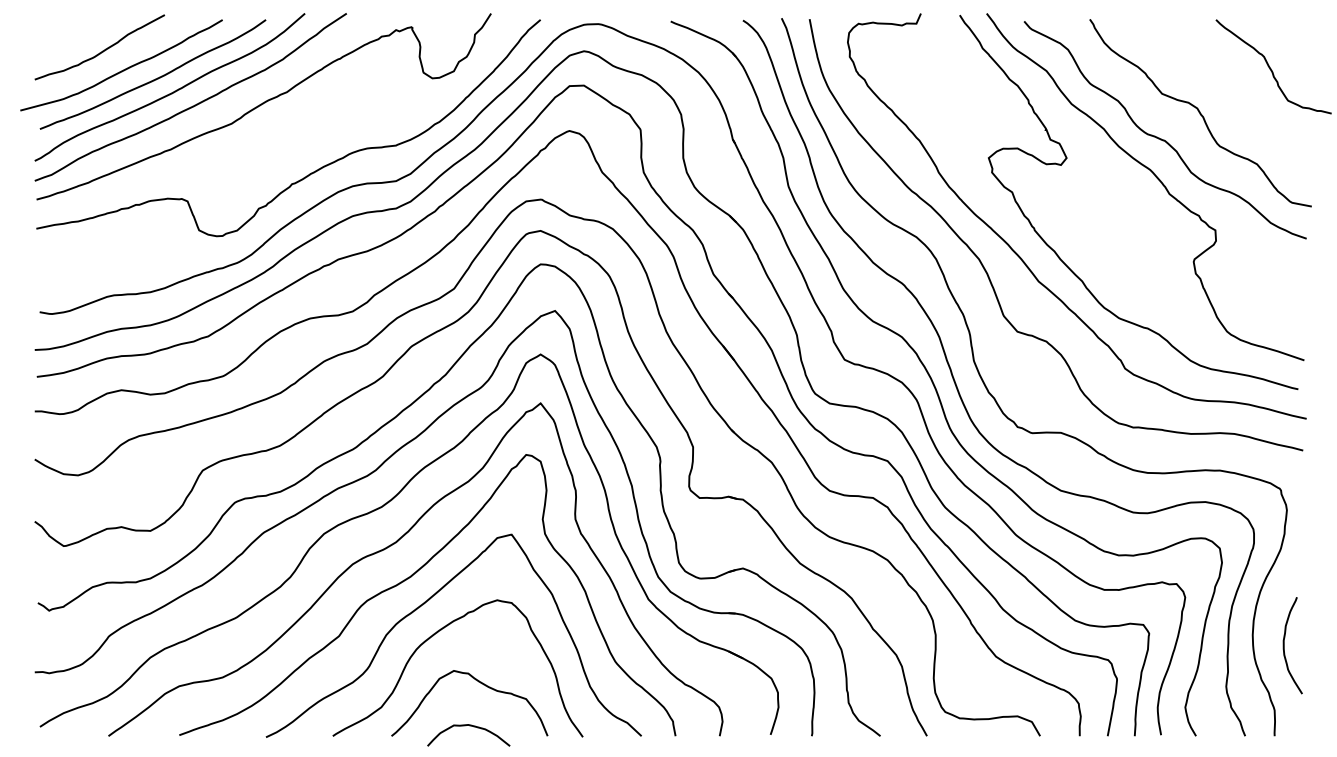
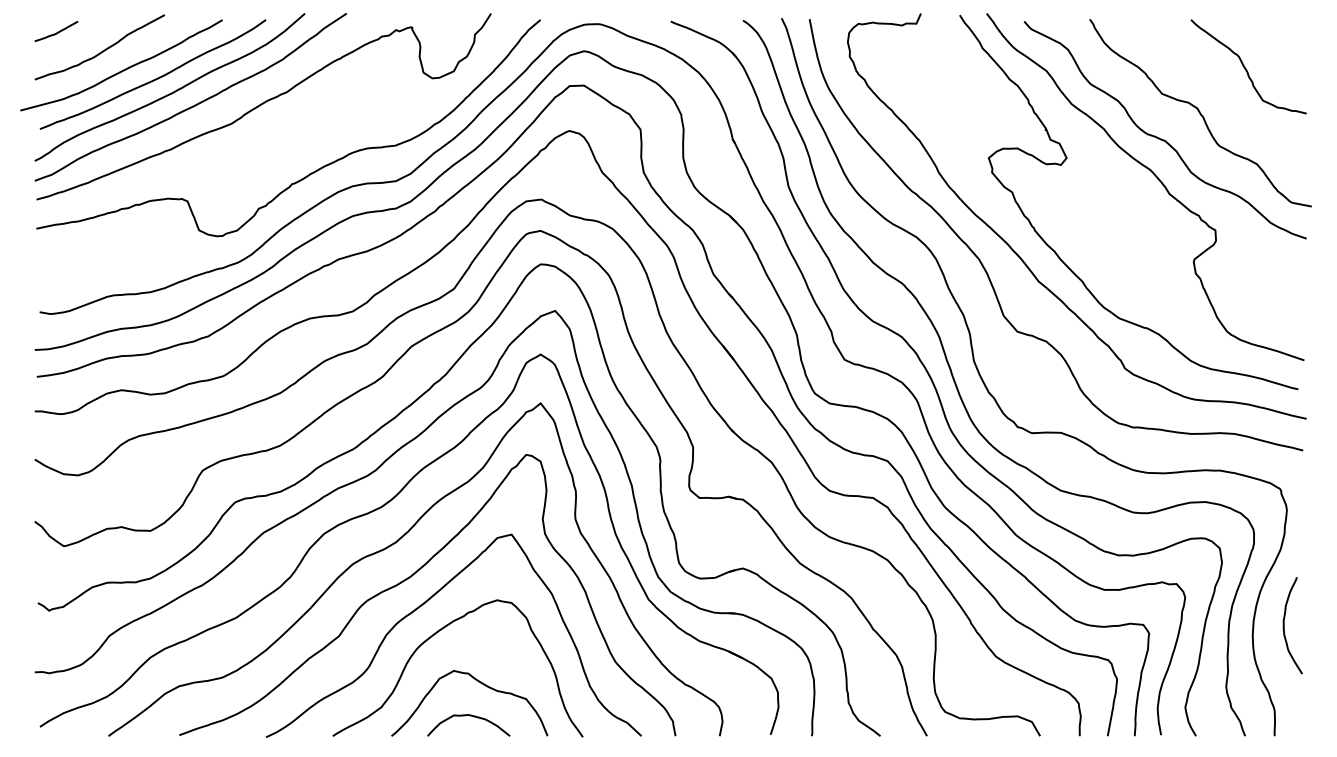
curve at (57, 31): none -> present
curve at (1271, 68) position: (1271, 68) -> (1246, 68)
curve at (1284, 645) position: (1284, 645) -> (1284, 625)
curve at (469, 726) position: (469, 726) -> (469, 716)
